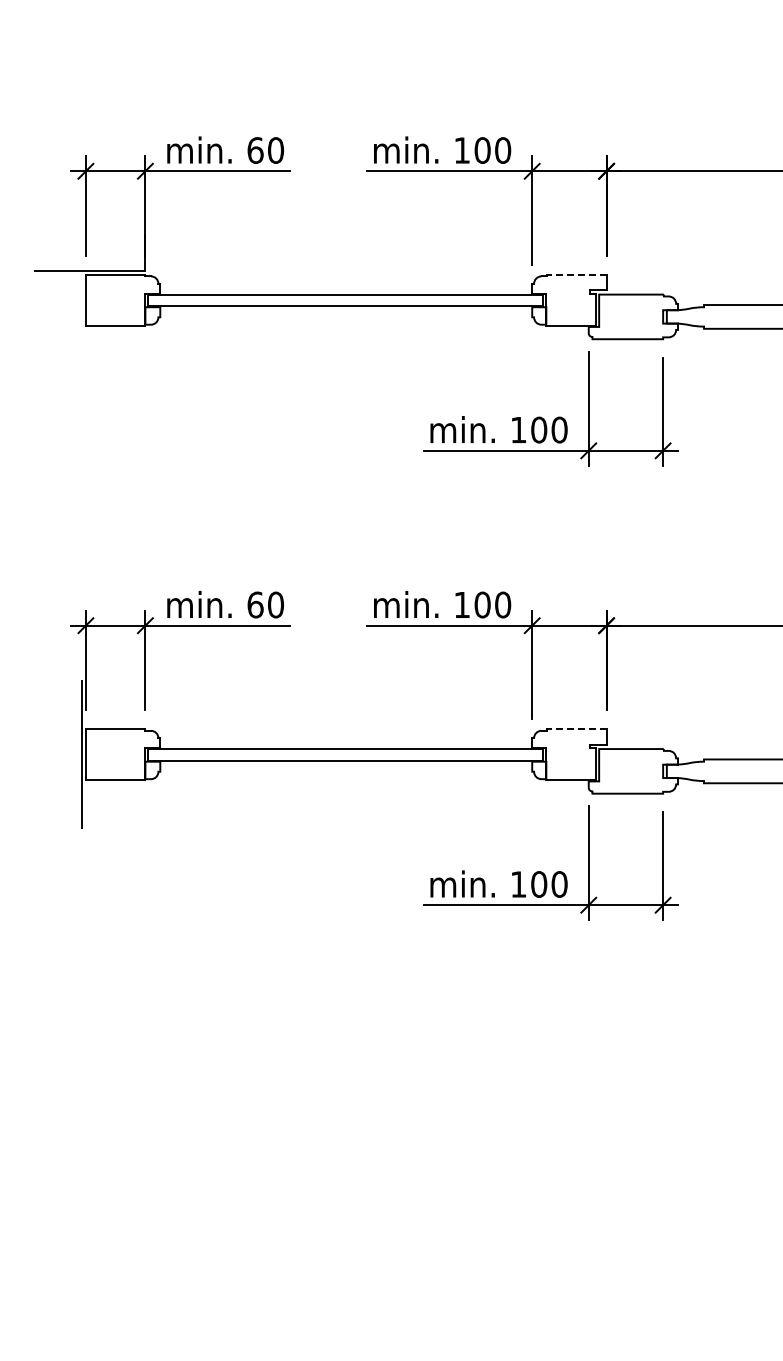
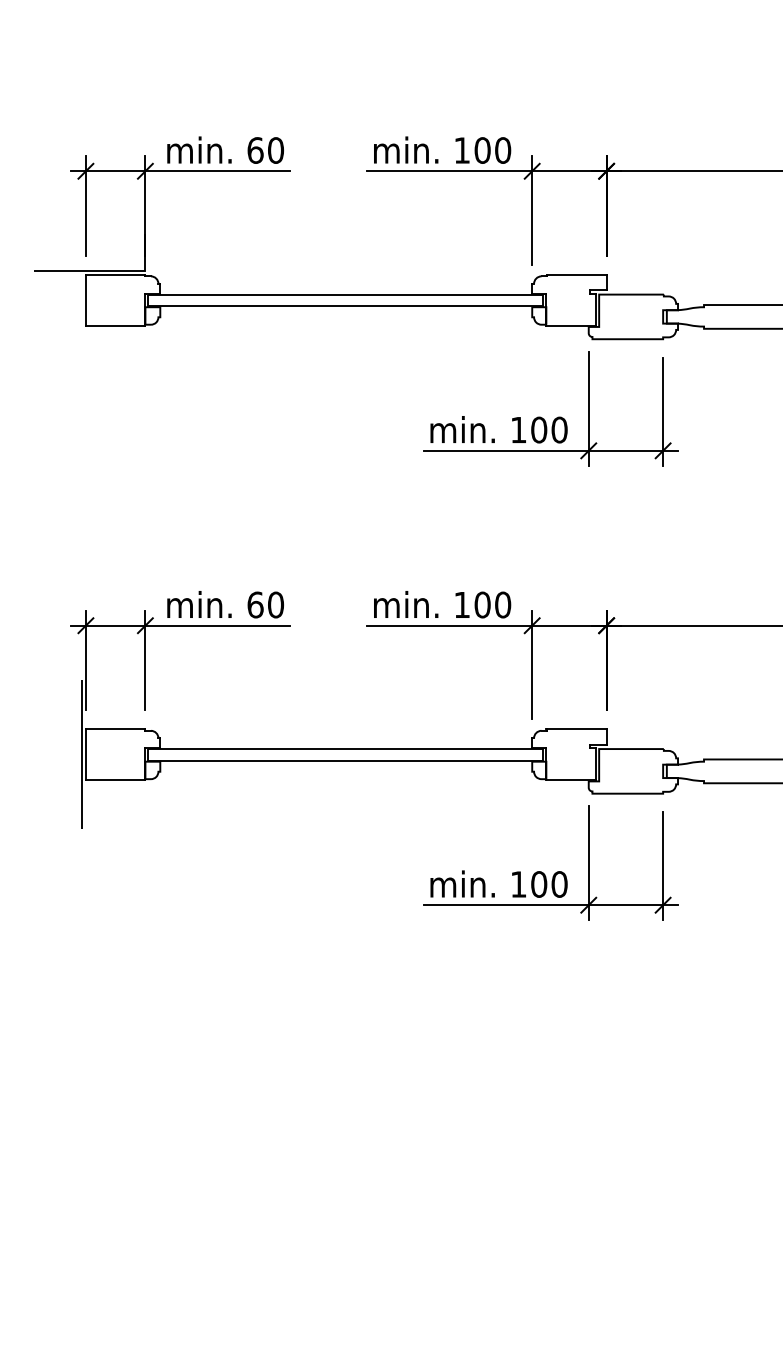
line at (576, 274): dashed -> solid
line at (575, 728): dashed -> solid
